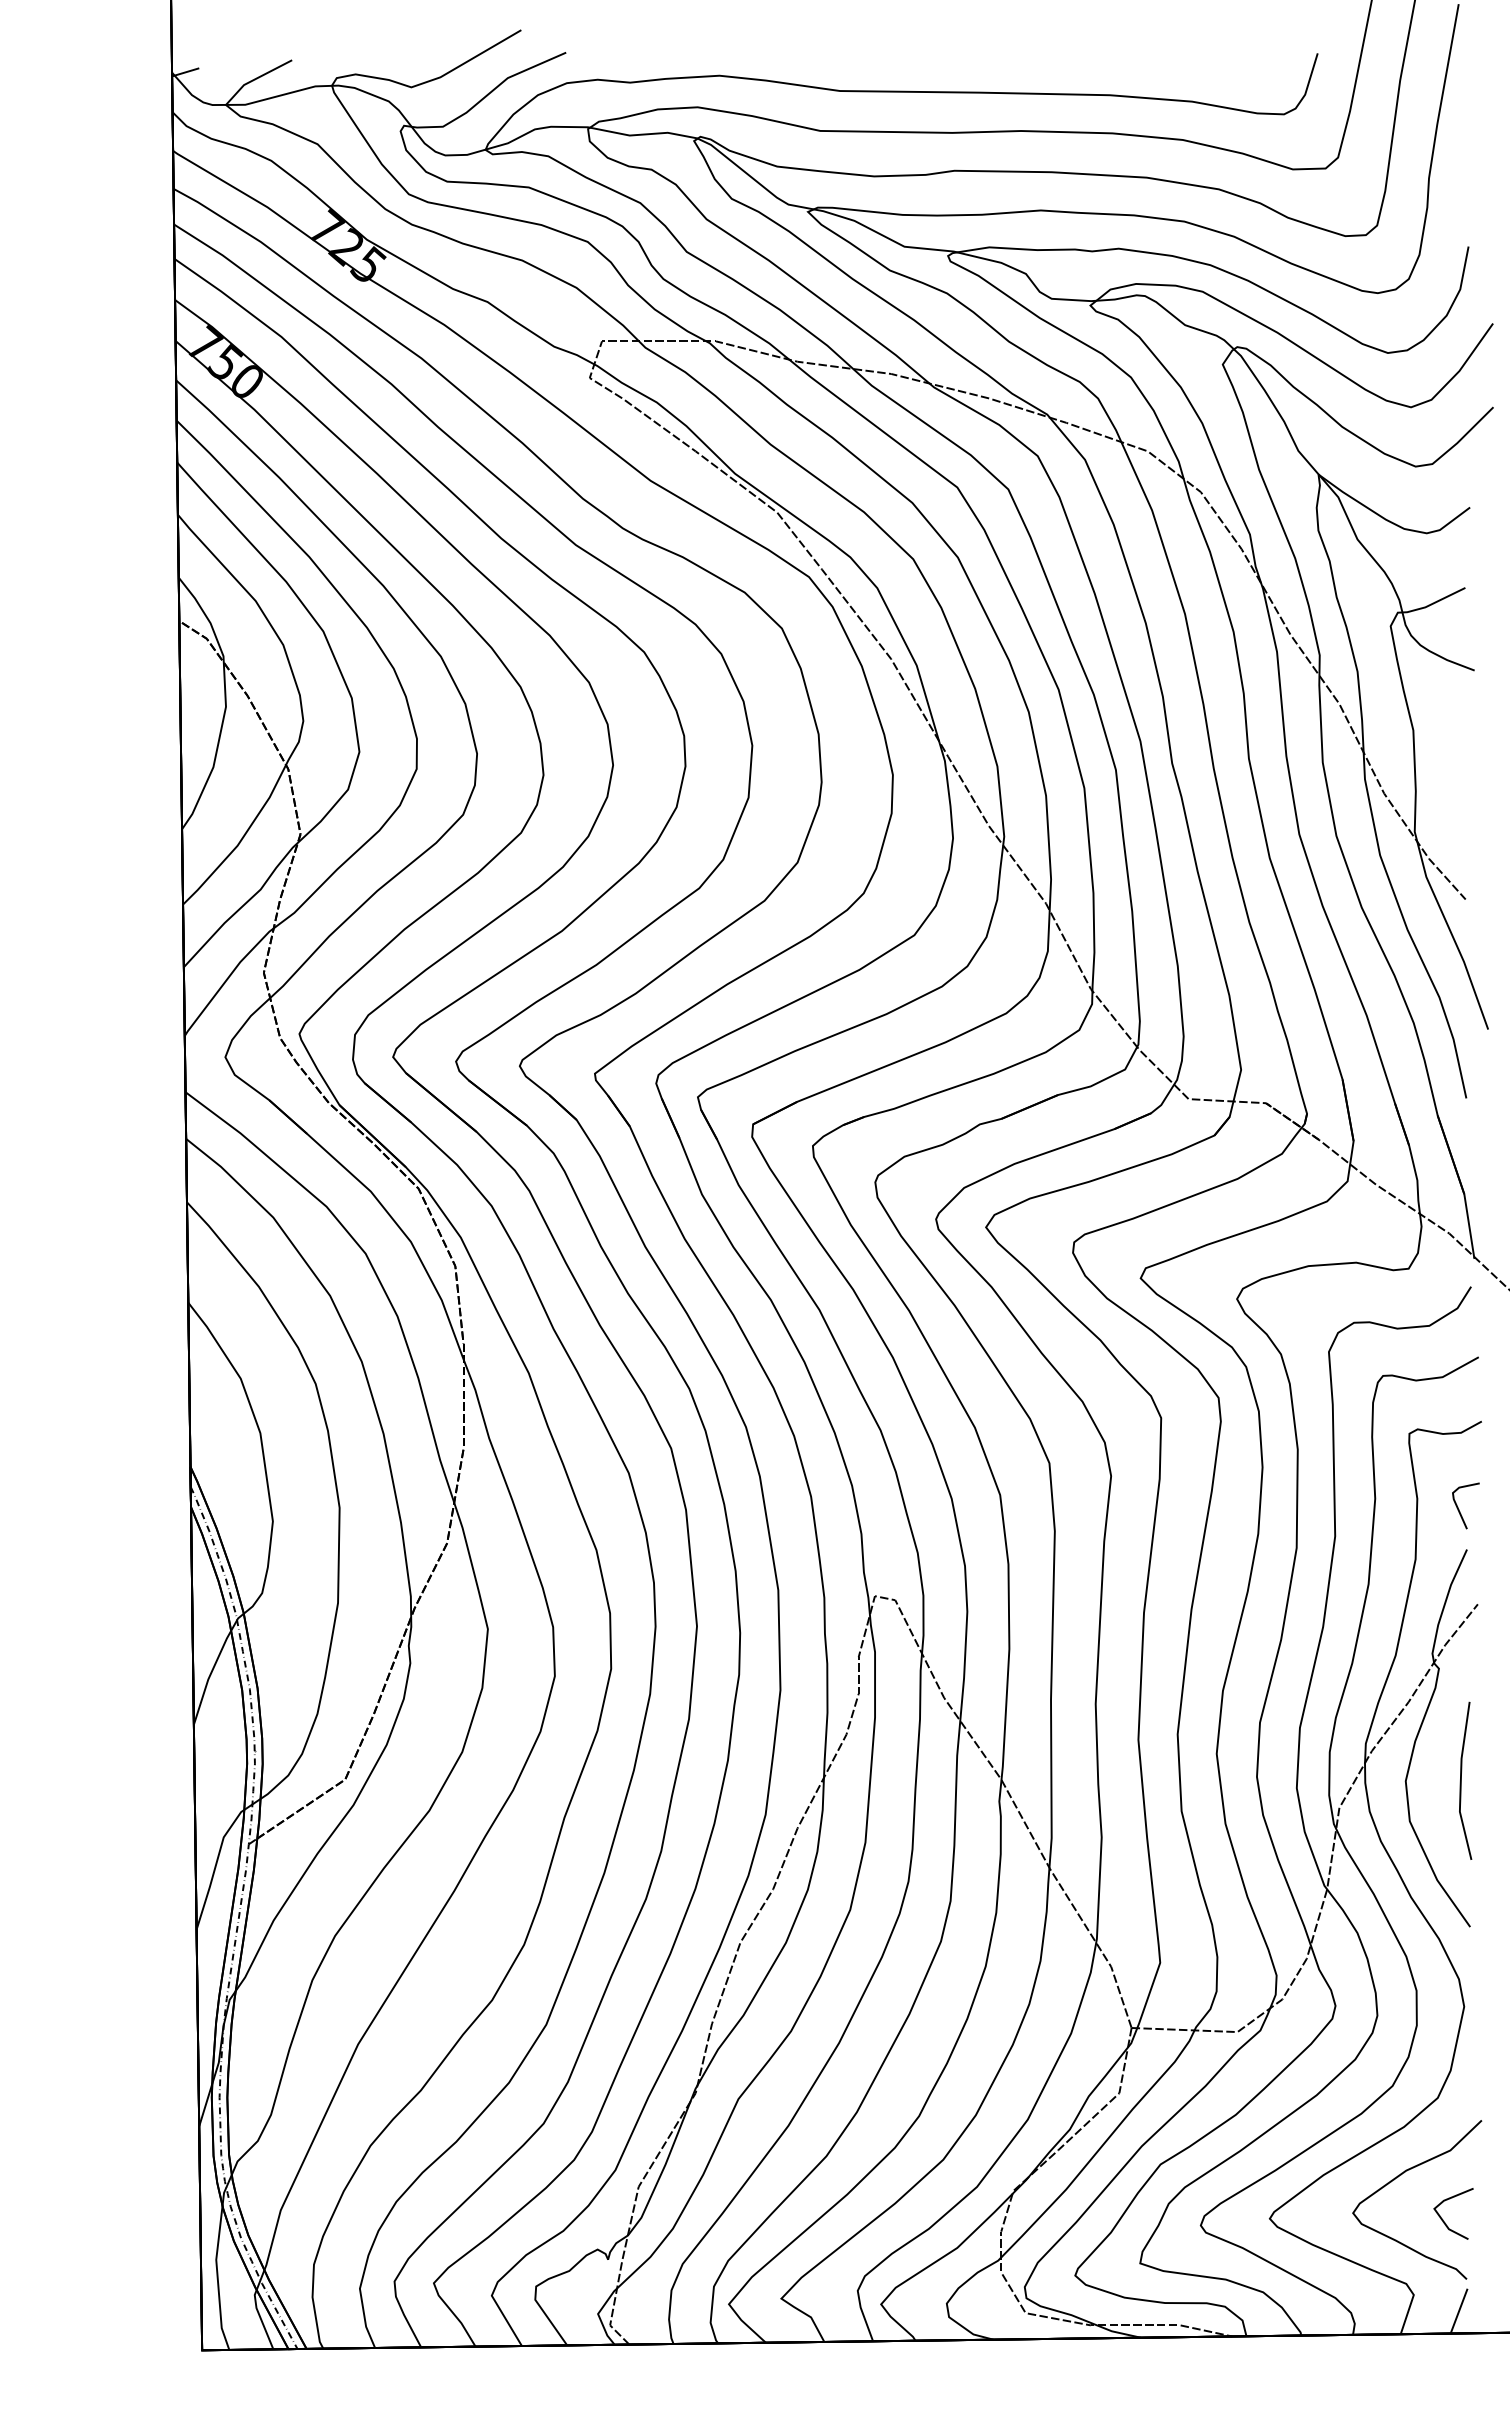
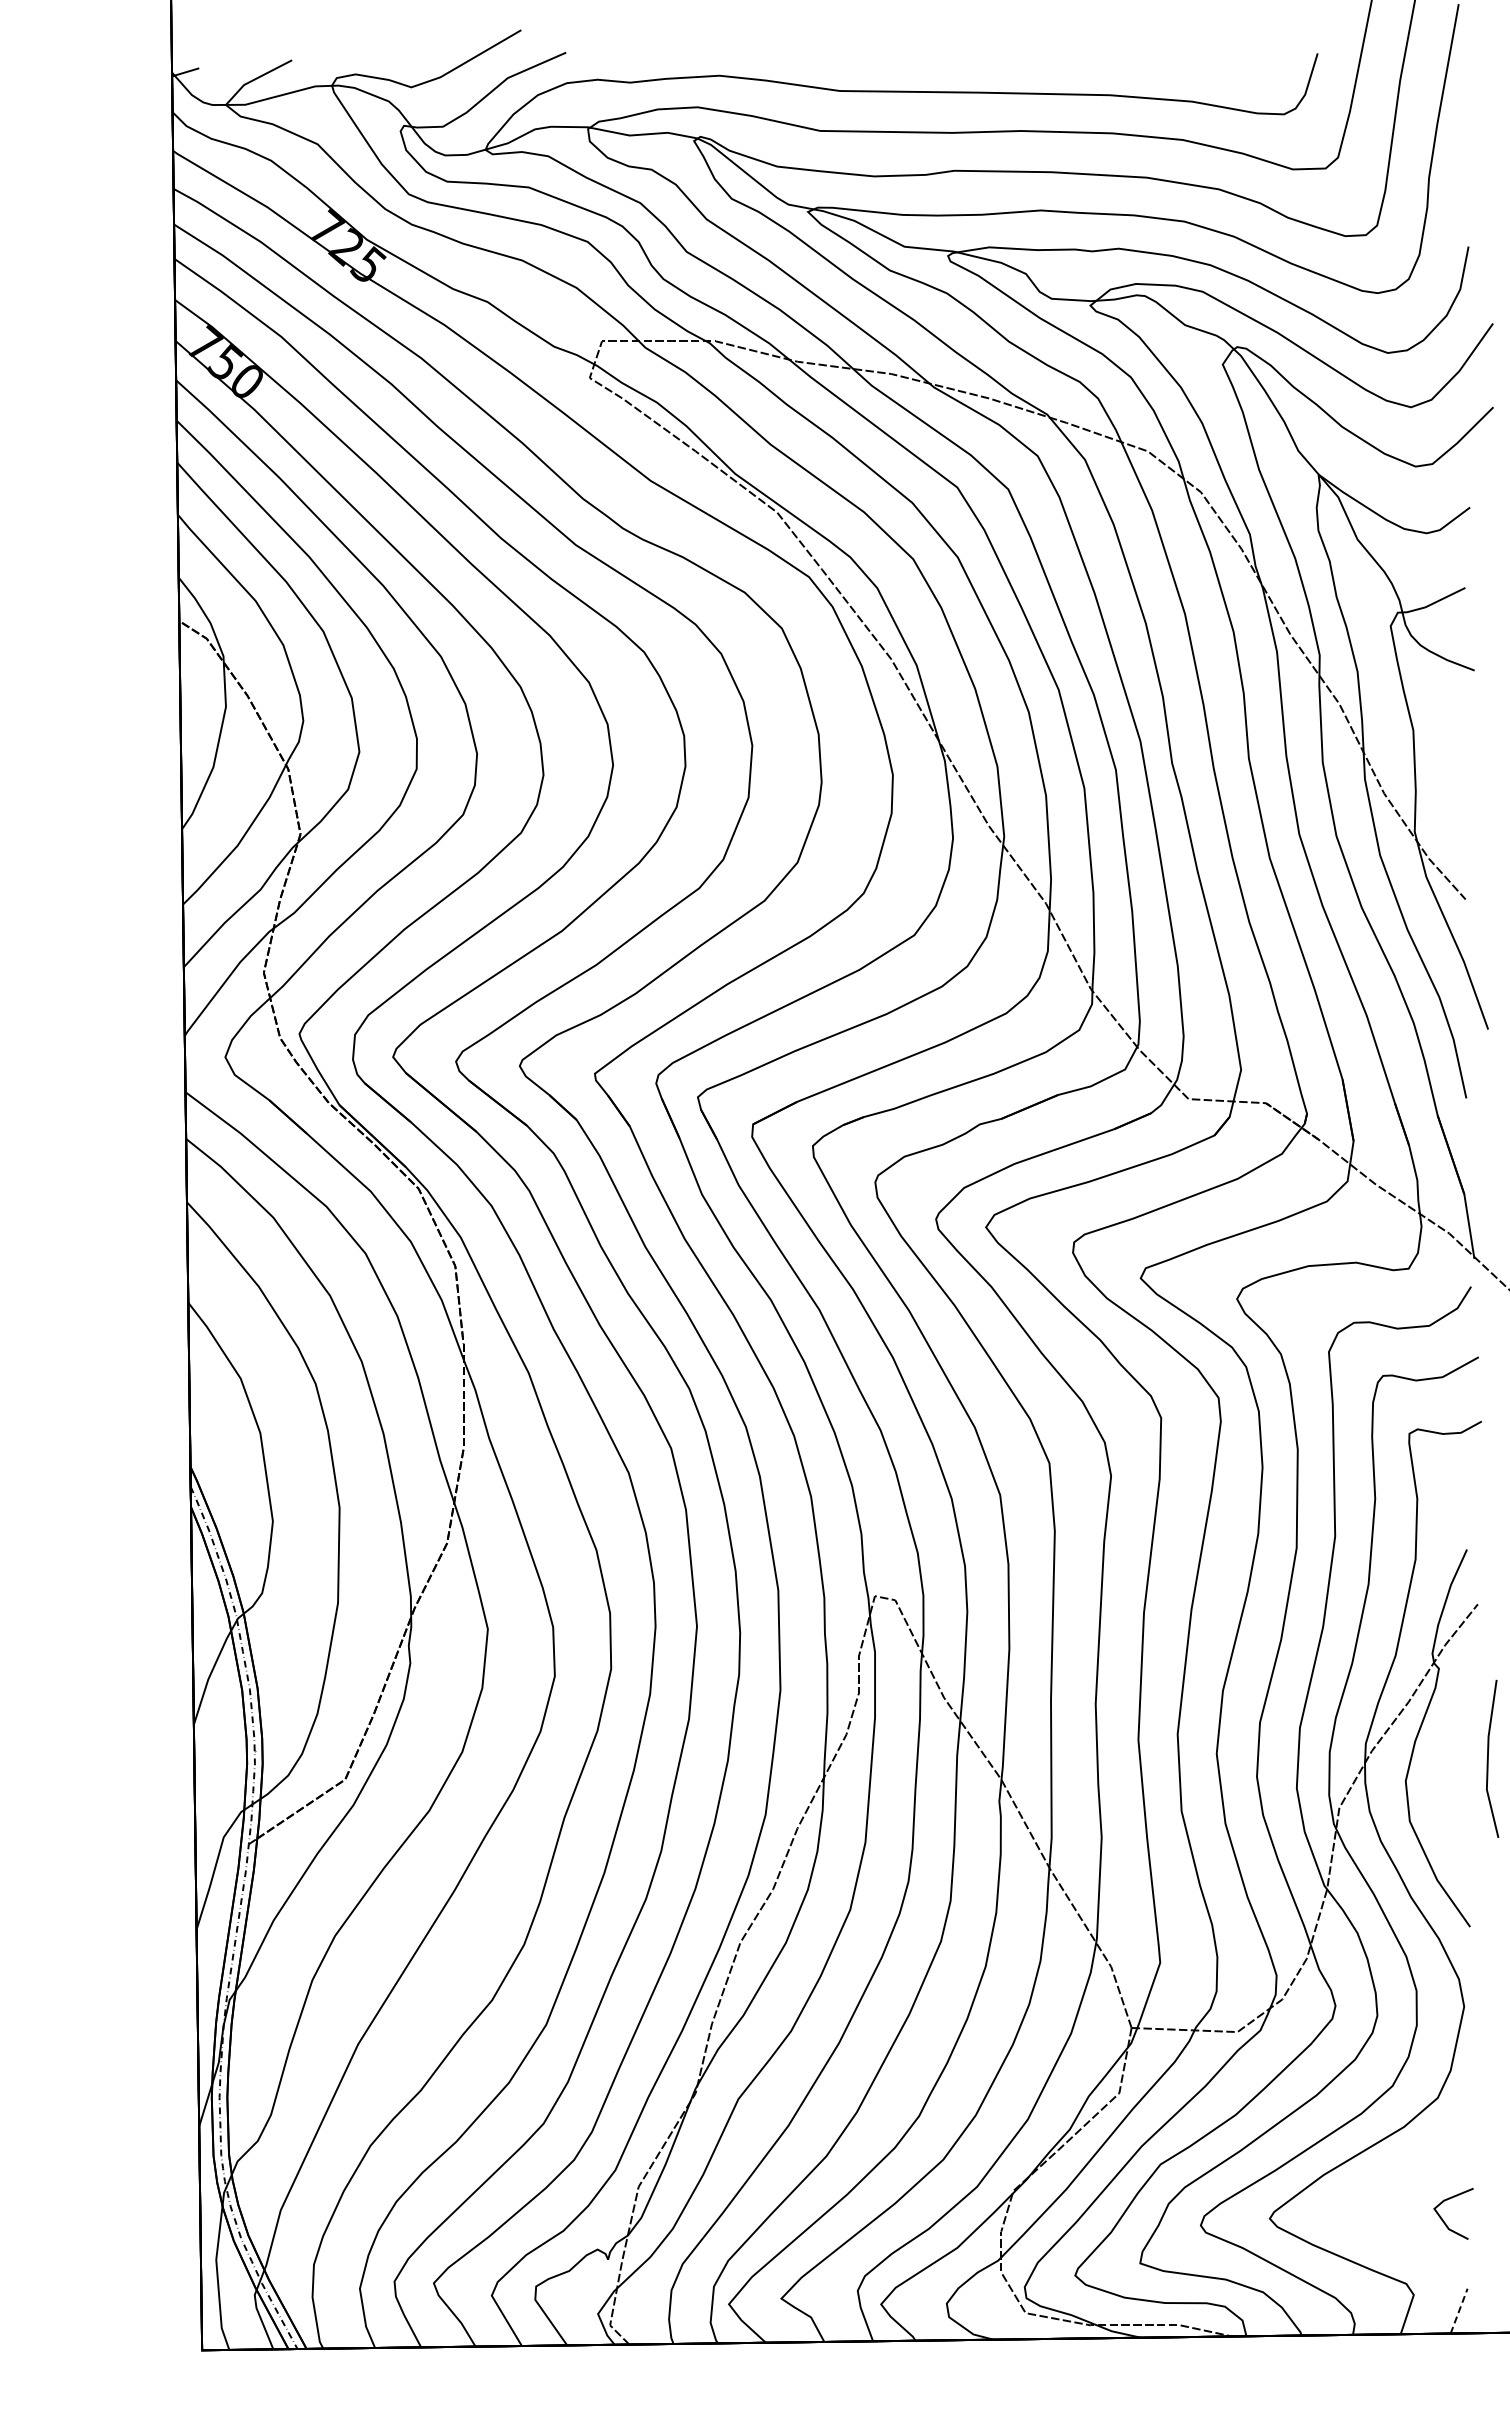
line at (1459, 1509): present -> none
line at (1461, 1780) position: (1461, 1780) -> (1488, 1758)
curve at (1401, 2175): present -> none
line at (1459, 2311): solid -> dashed
